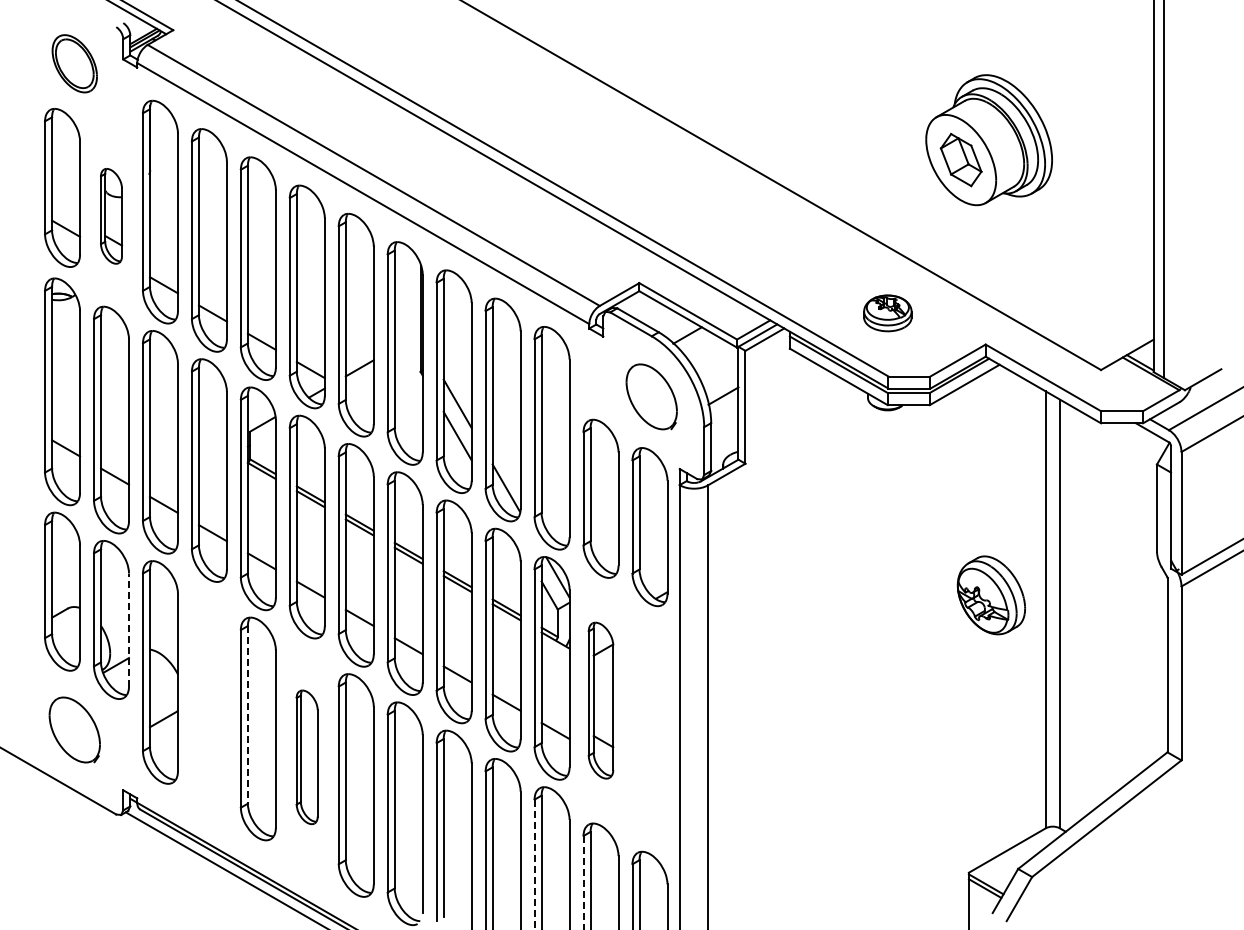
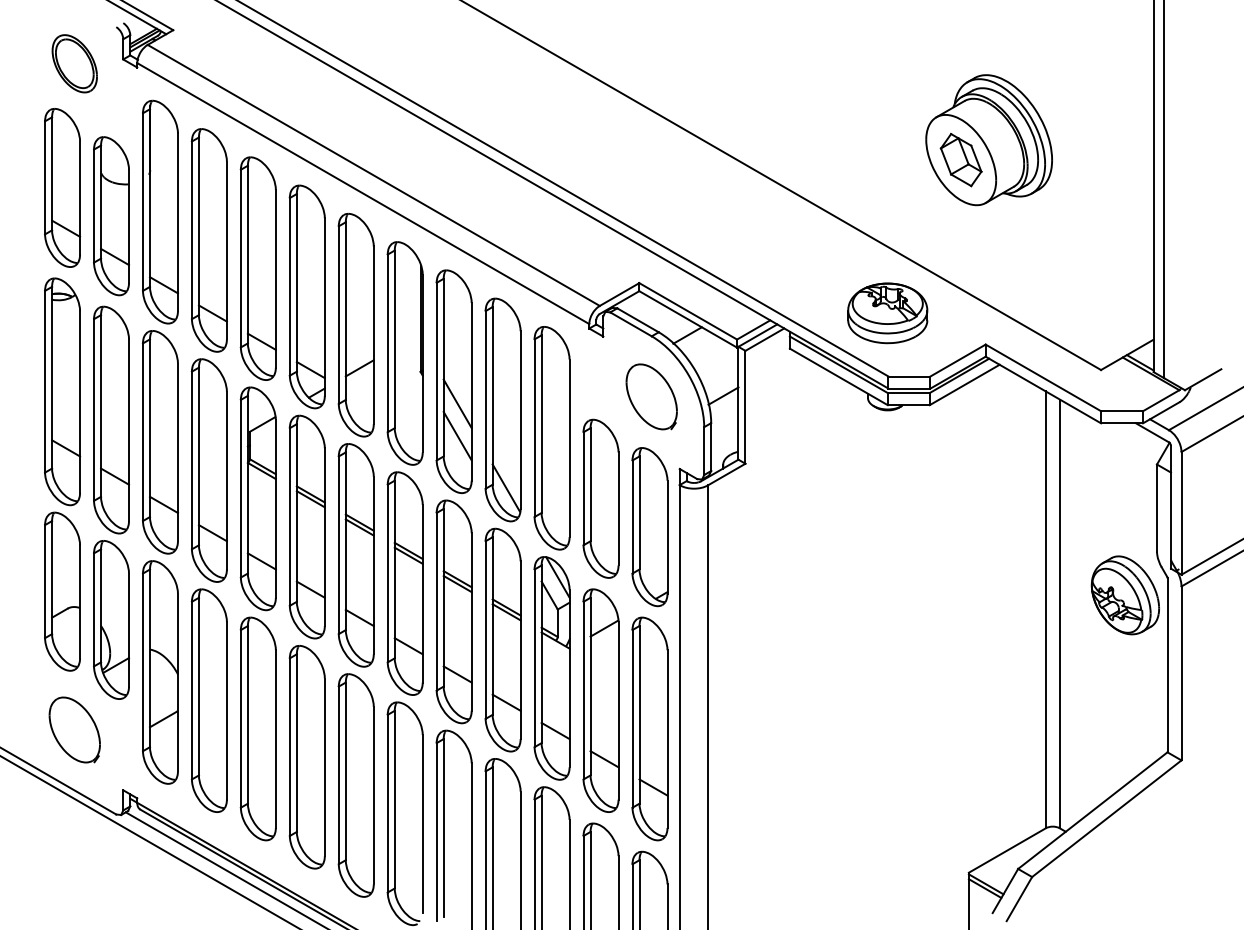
part at (111, 216) size: 24x97 px -> 37x161 px
part at (887, 313) size: 50x39 px -> 82x63 px
part at (990, 595) position: (990, 595) -> (1124, 595)
line at (129, 630): dashed -> solid
part at (208, 700): none -> present
part at (600, 700) size: 28x159 px -> 38x225 px
line at (247, 714): dashed -> solid
part at (649, 728): none -> present
part at (306, 757) size: 24x137 px -> 38x225 px
line at (148, 841): none -> present
line at (534, 864): dashed -> solid
line at (583, 882): dashed -> solid
